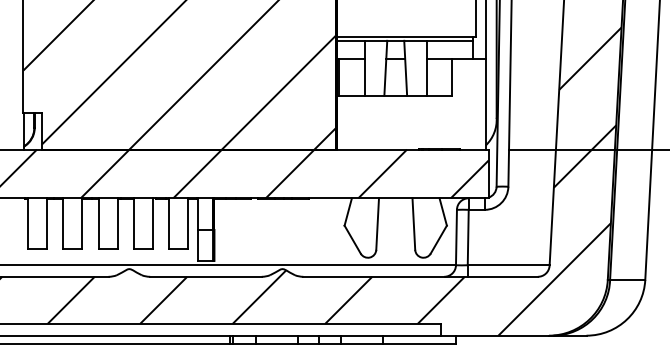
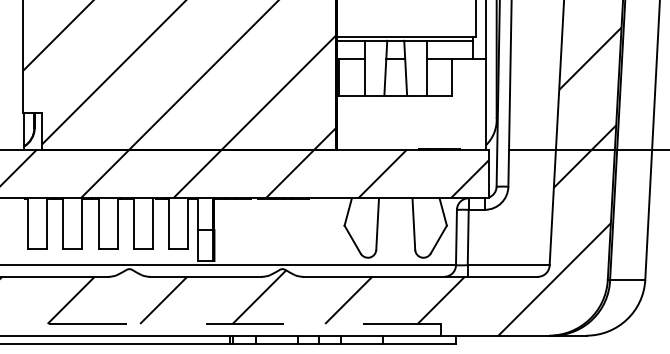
line at (221, 323): solid -> dashed
